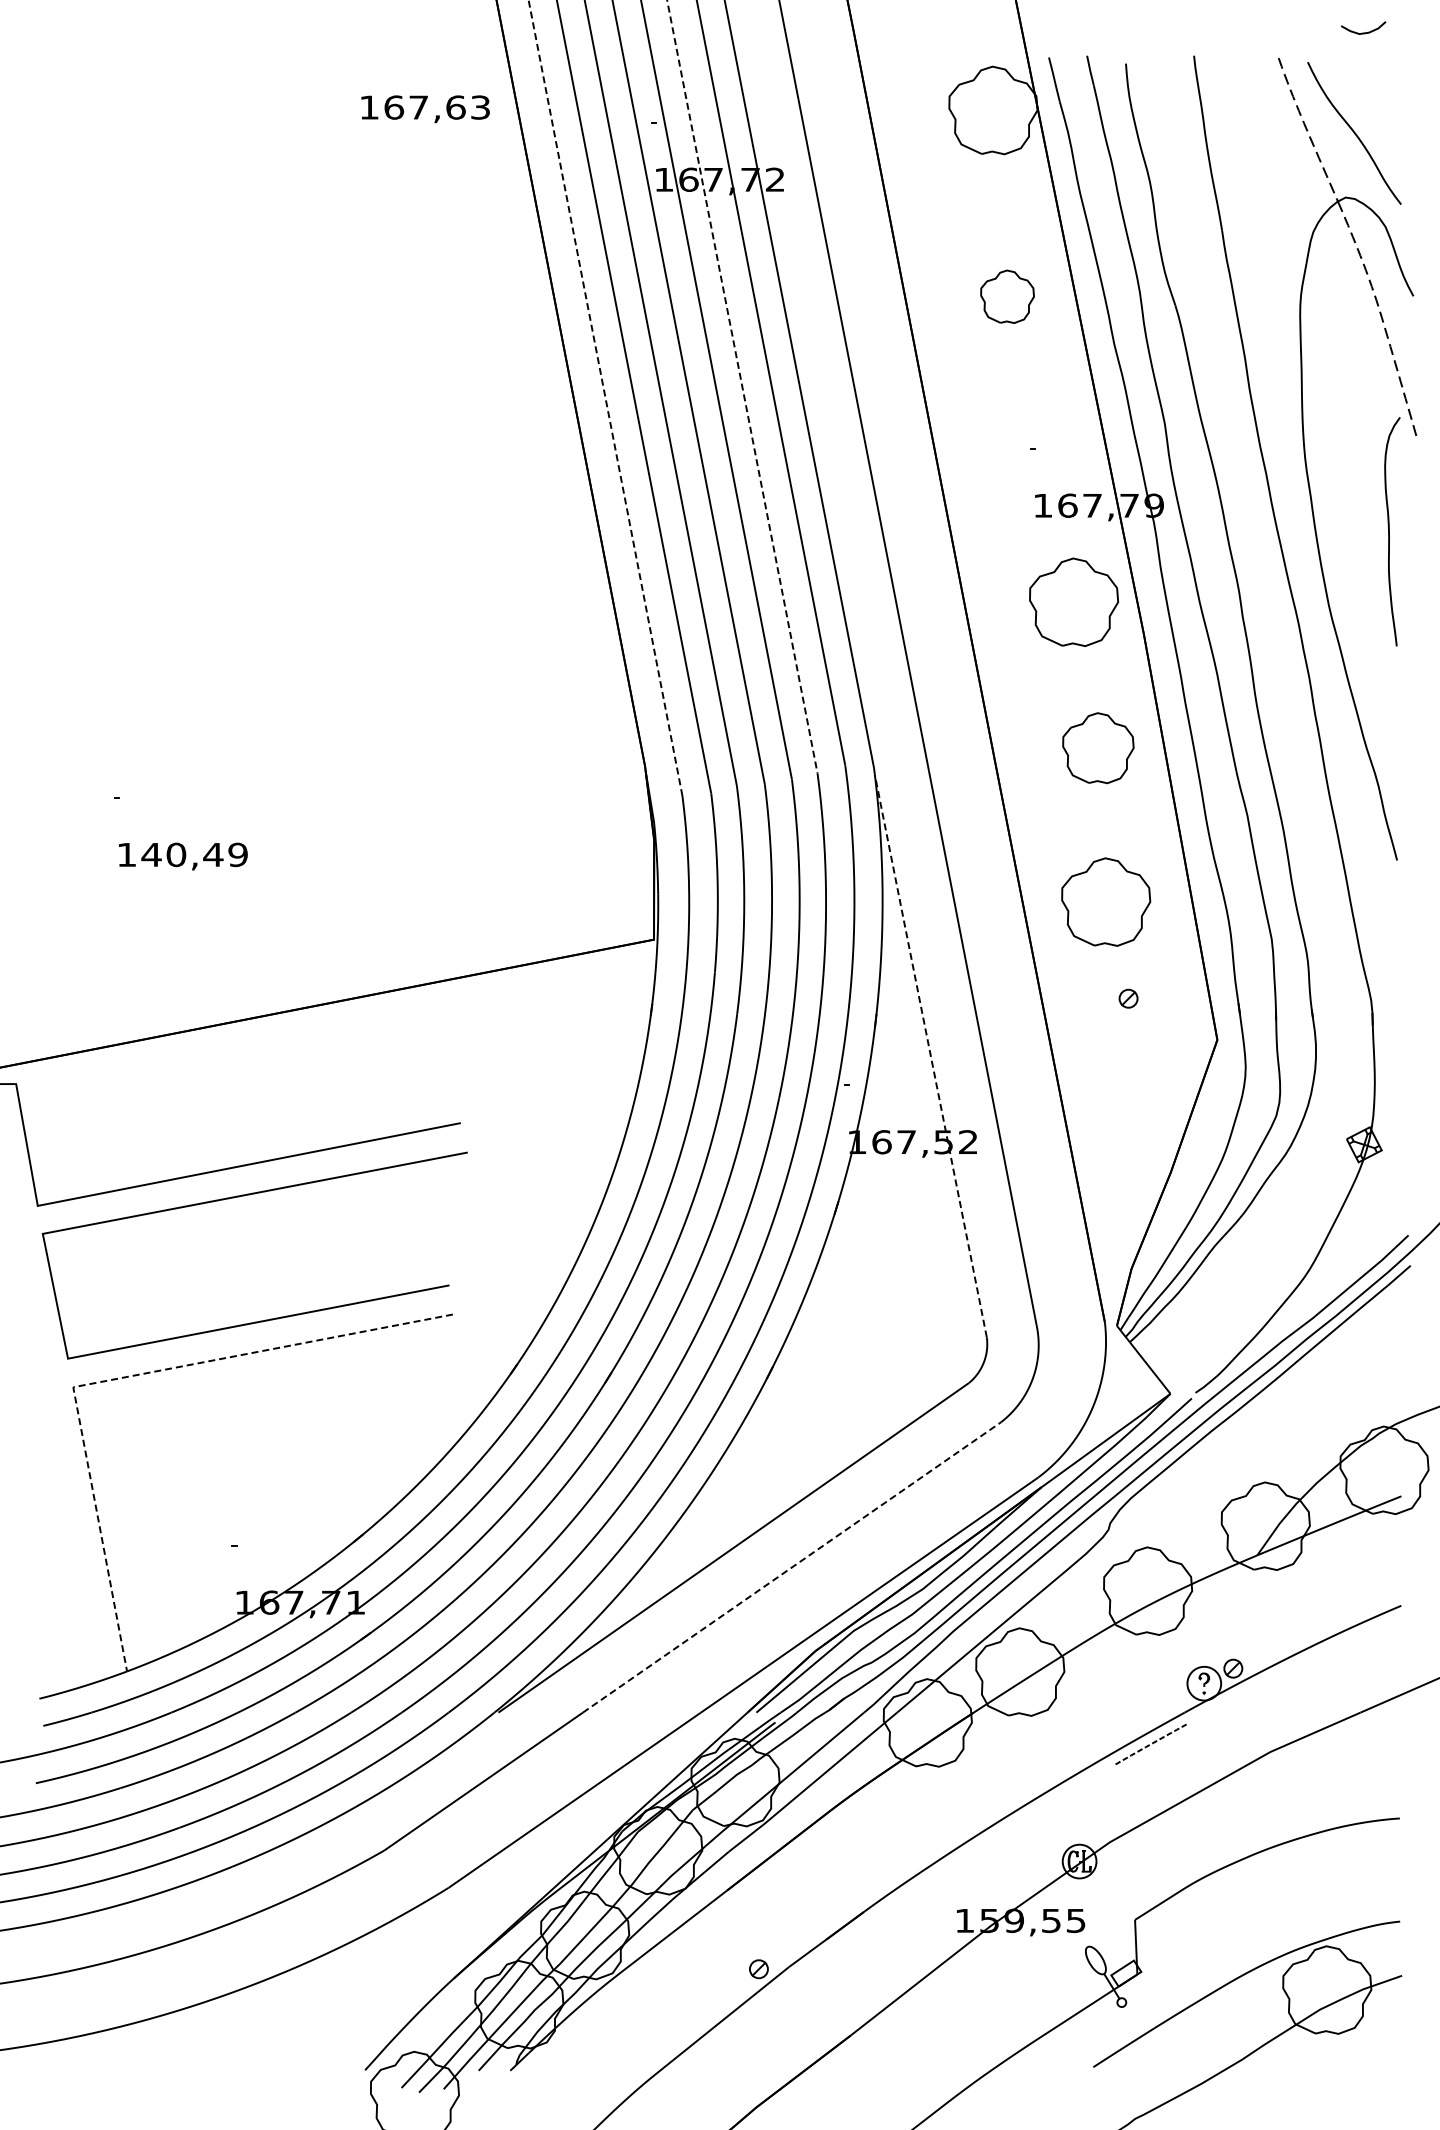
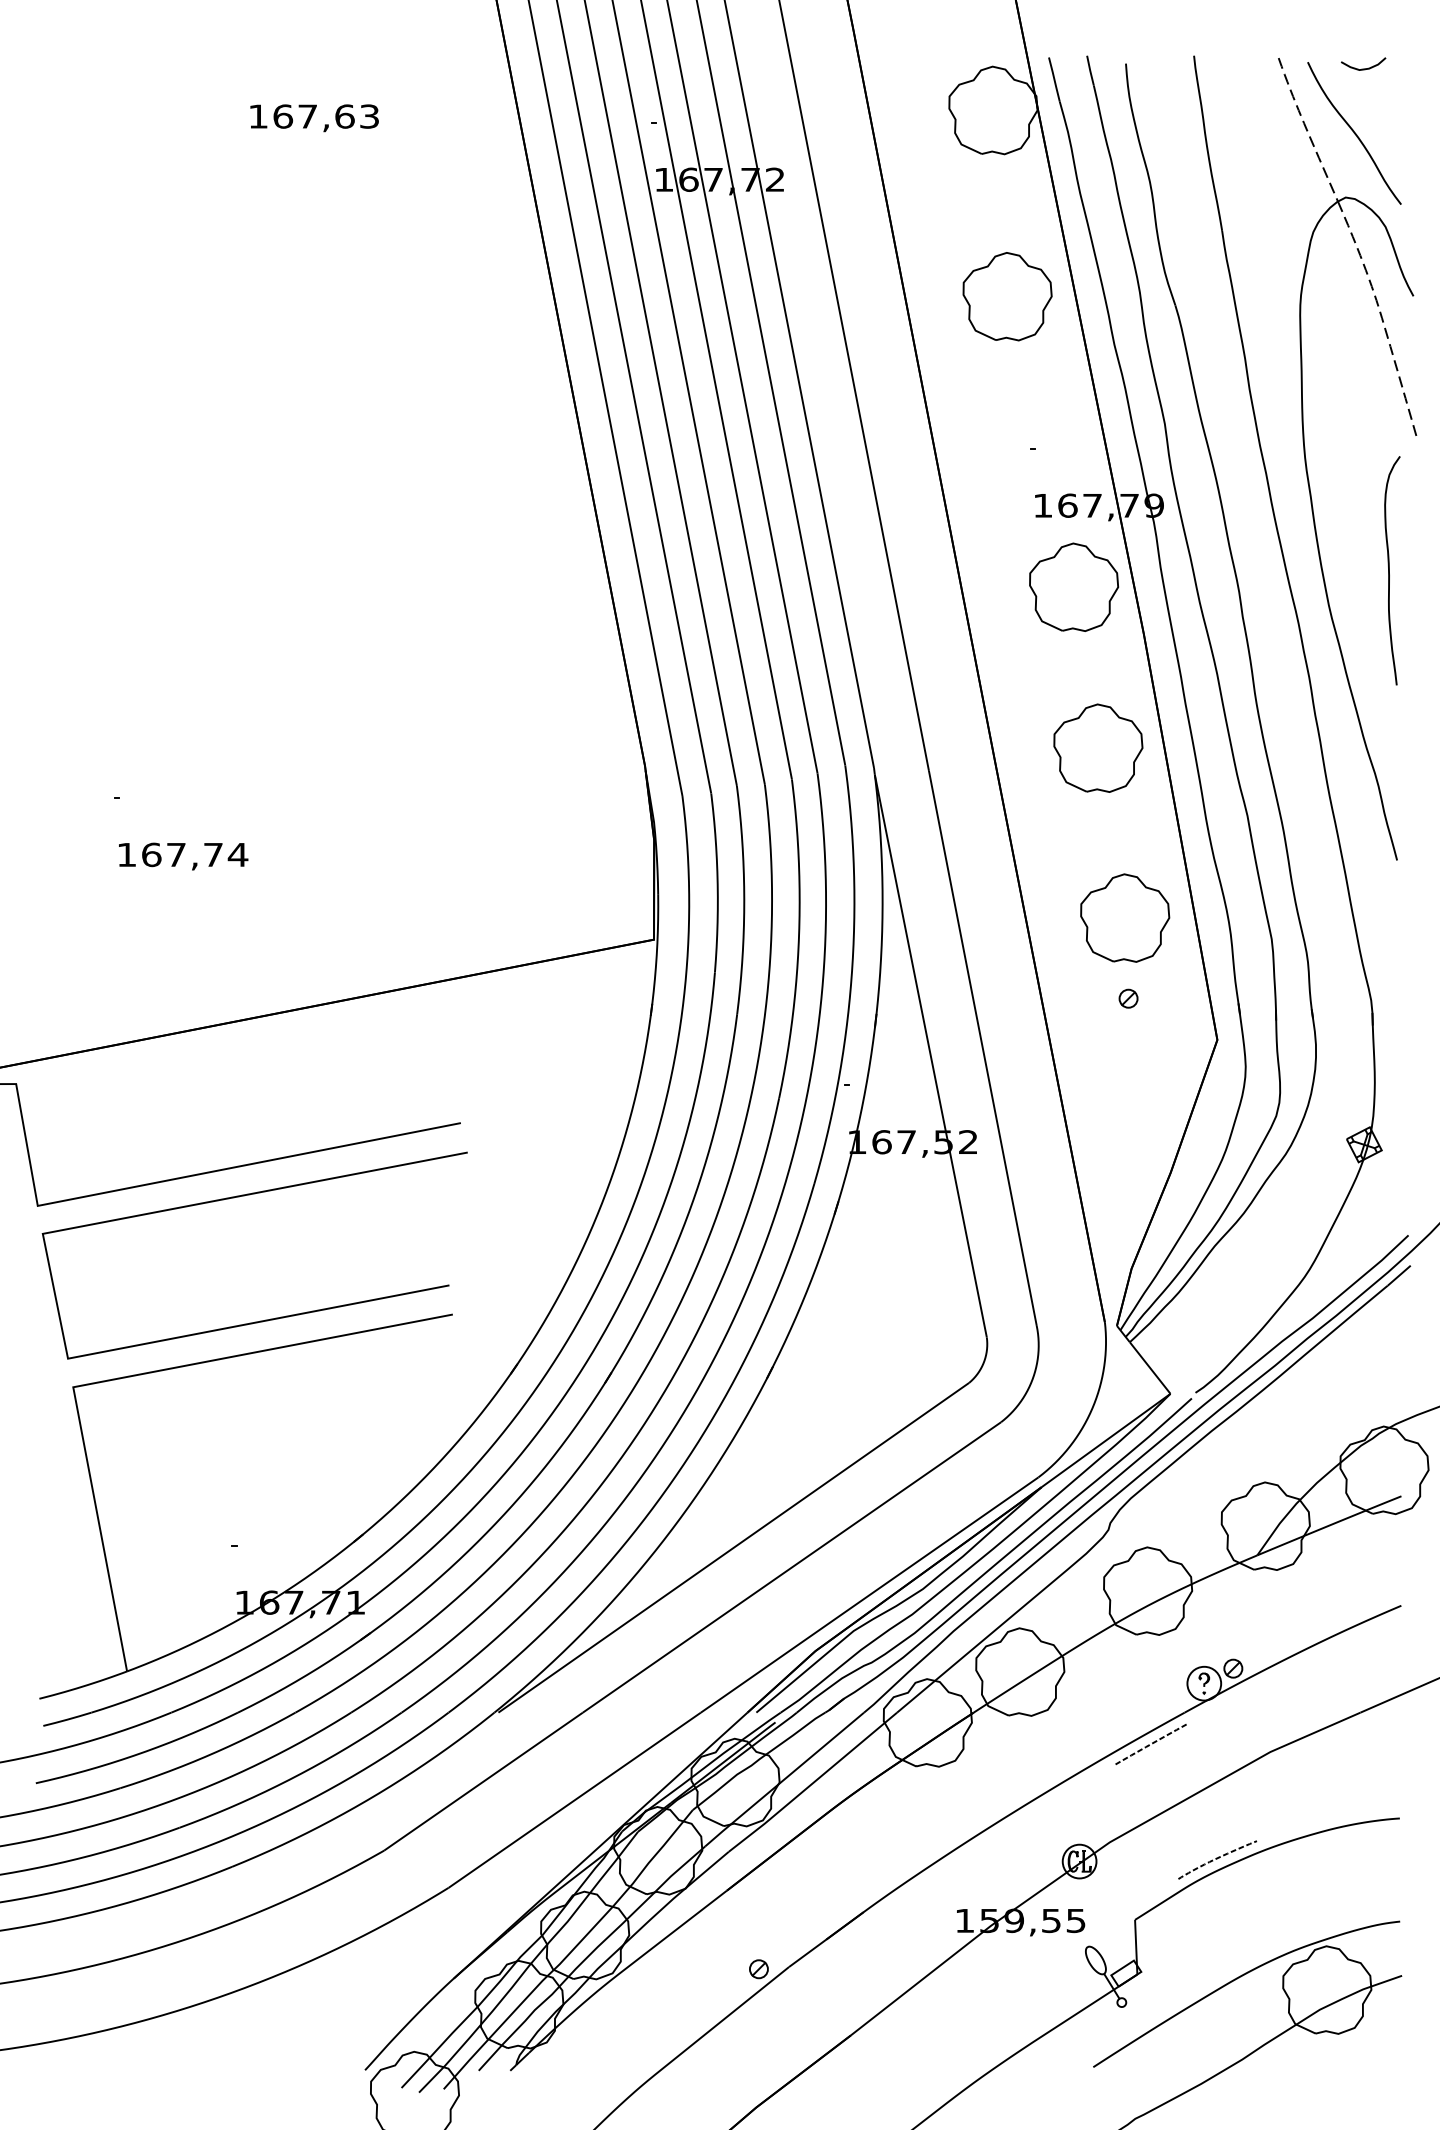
curve at (1363, 32) position: (1363, 32) -> (1363, 68)
text at (425, 109) position: (425, 109) -> (314, 118)
part at (1007, 296) size: 55x55 px -> 91x90 px
line at (742, 386): dashed -> solid
line at (605, 398): dashed -> solid
curve at (1389, 531) position: (1389, 531) -> (1389, 570)
part at (1074, 601) position: (1074, 601) -> (1074, 586)
part at (1098, 748) size: 73x73 px -> 91x90 px
text at (194, 854): 140,49 -> 167,74
part at (1106, 901) position: (1106, 901) -> (1125, 917)
line at (930, 1056): dashed -> solid
line at (120, 1378): dashed -> solid
line at (792, 1567): dashed -> solid
curve at (1217, 1859): none -> present
